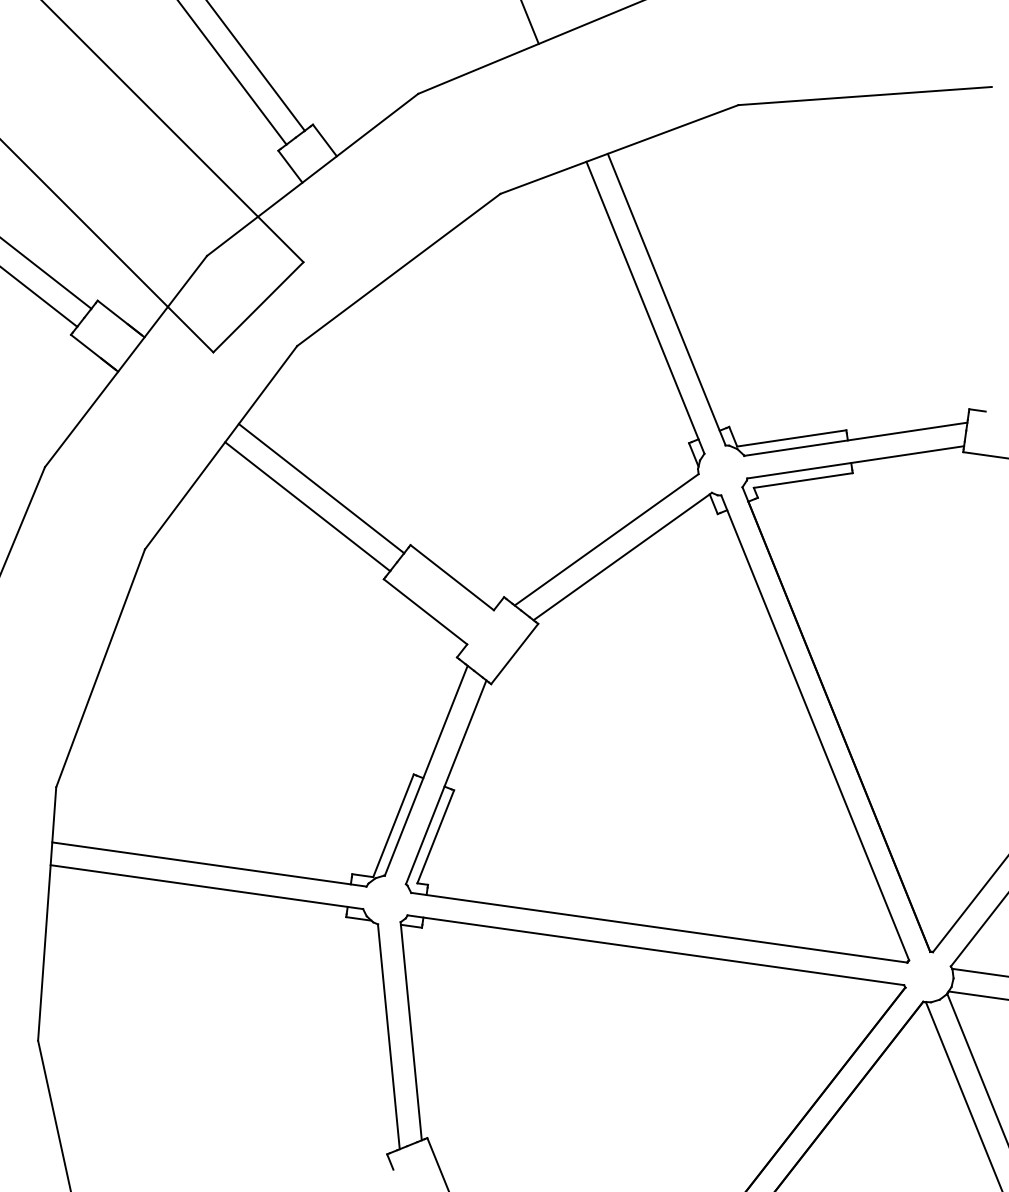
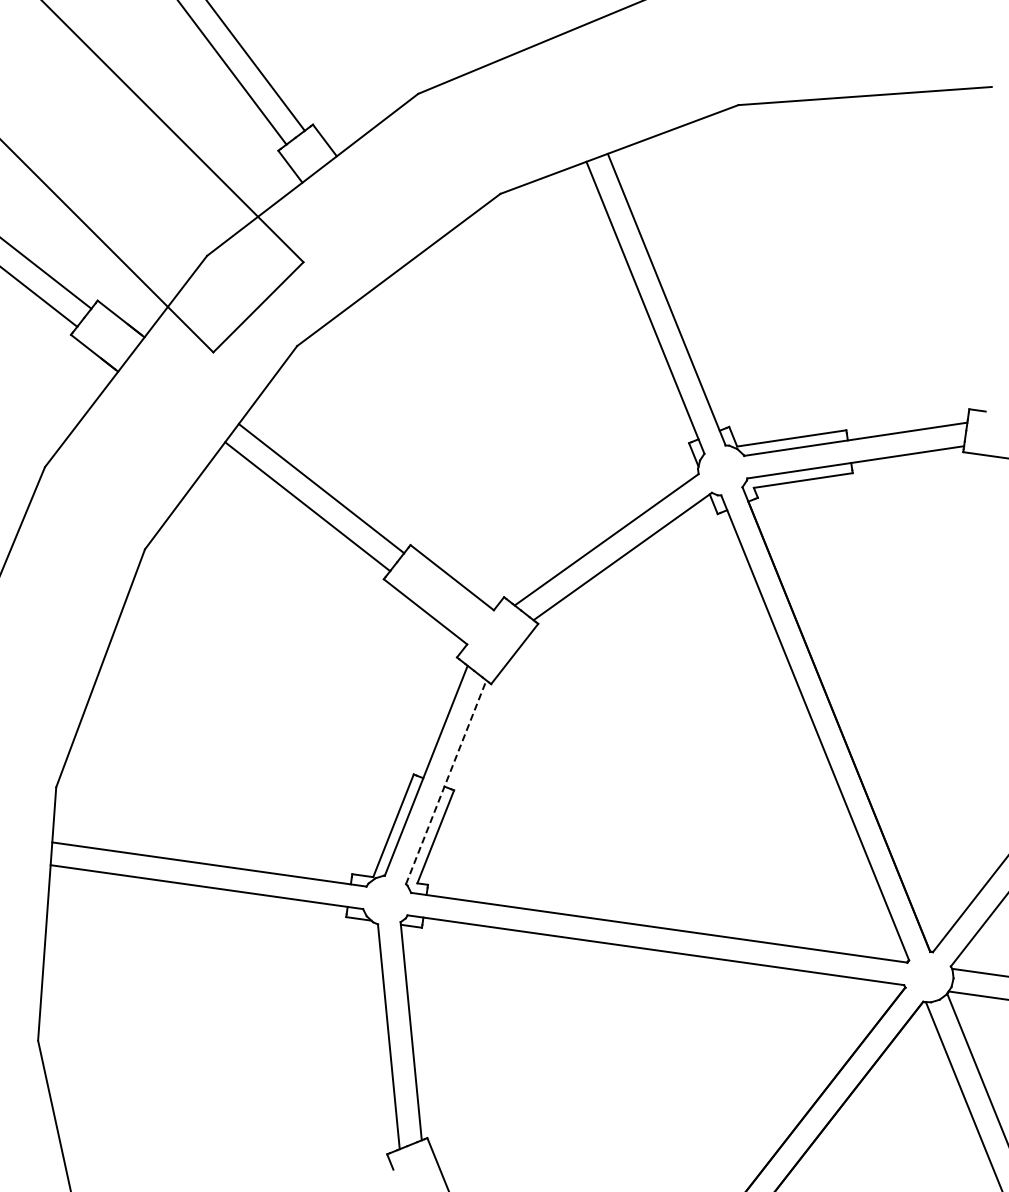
line at (529, 22): present -> none
line at (446, 782): solid -> dashed
